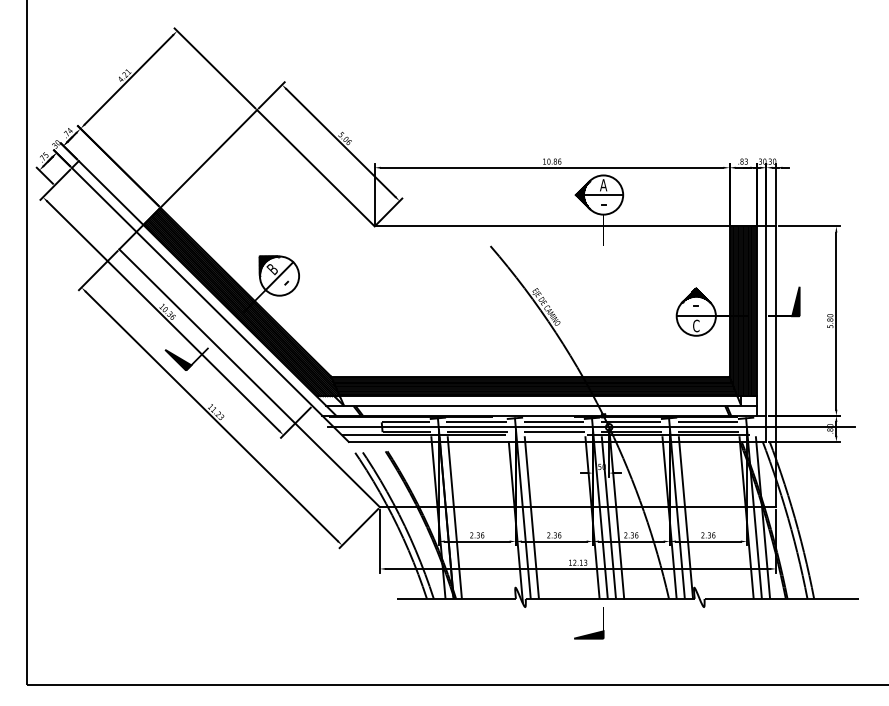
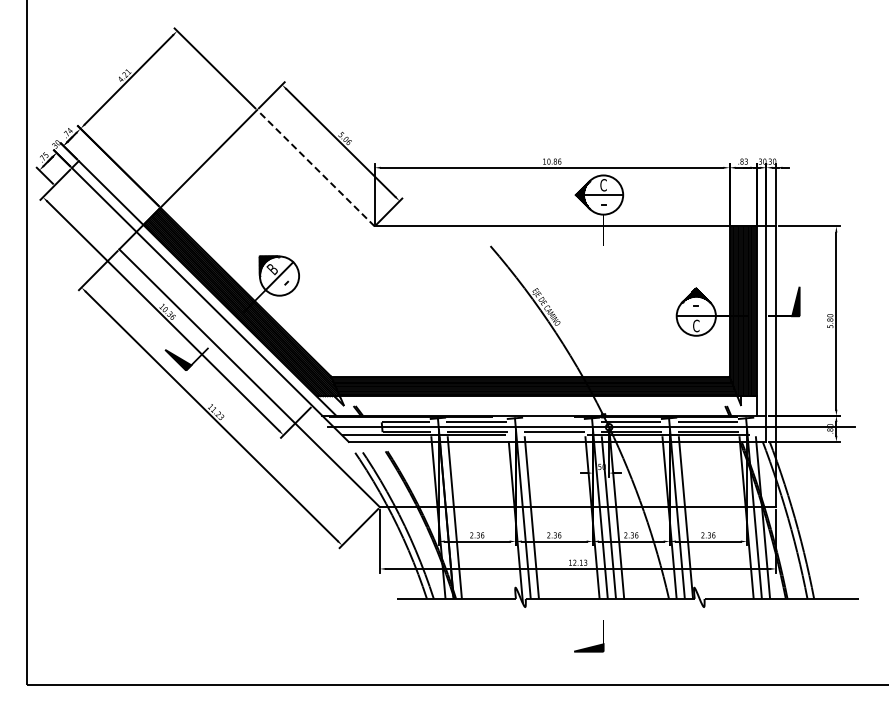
line at (315, 168): solid -> dashed
text at (603, 185): A -> C
line at (541, 406): present -> none
line at (553, 422): present -> none
part at (593, 632) position: (593, 632) -> (593, 645)
